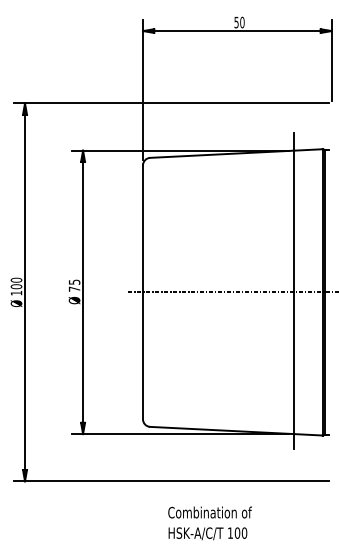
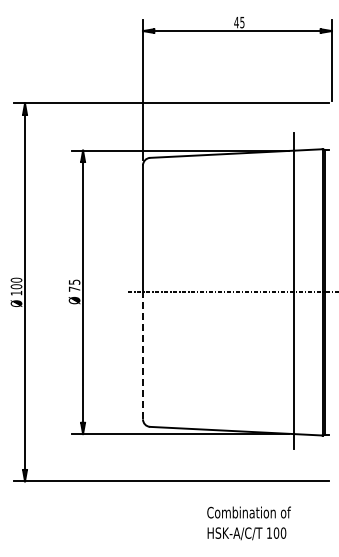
text at (239, 22): 50 -> 45
line at (143, 355): solid -> dashed
text at (209, 523) position: (209, 523) -> (248, 523)
